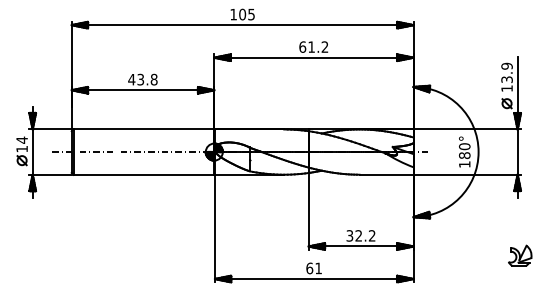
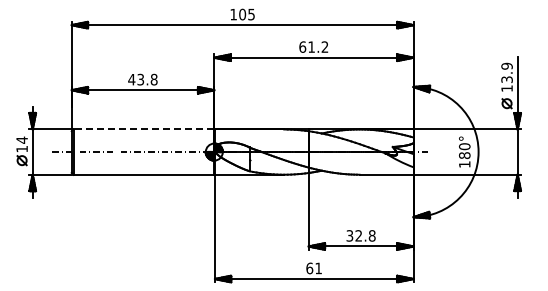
line at (143, 129): solid -> dashed
text at (371, 235): 32.2 -> 32.8
part at (520, 255): present -> none
